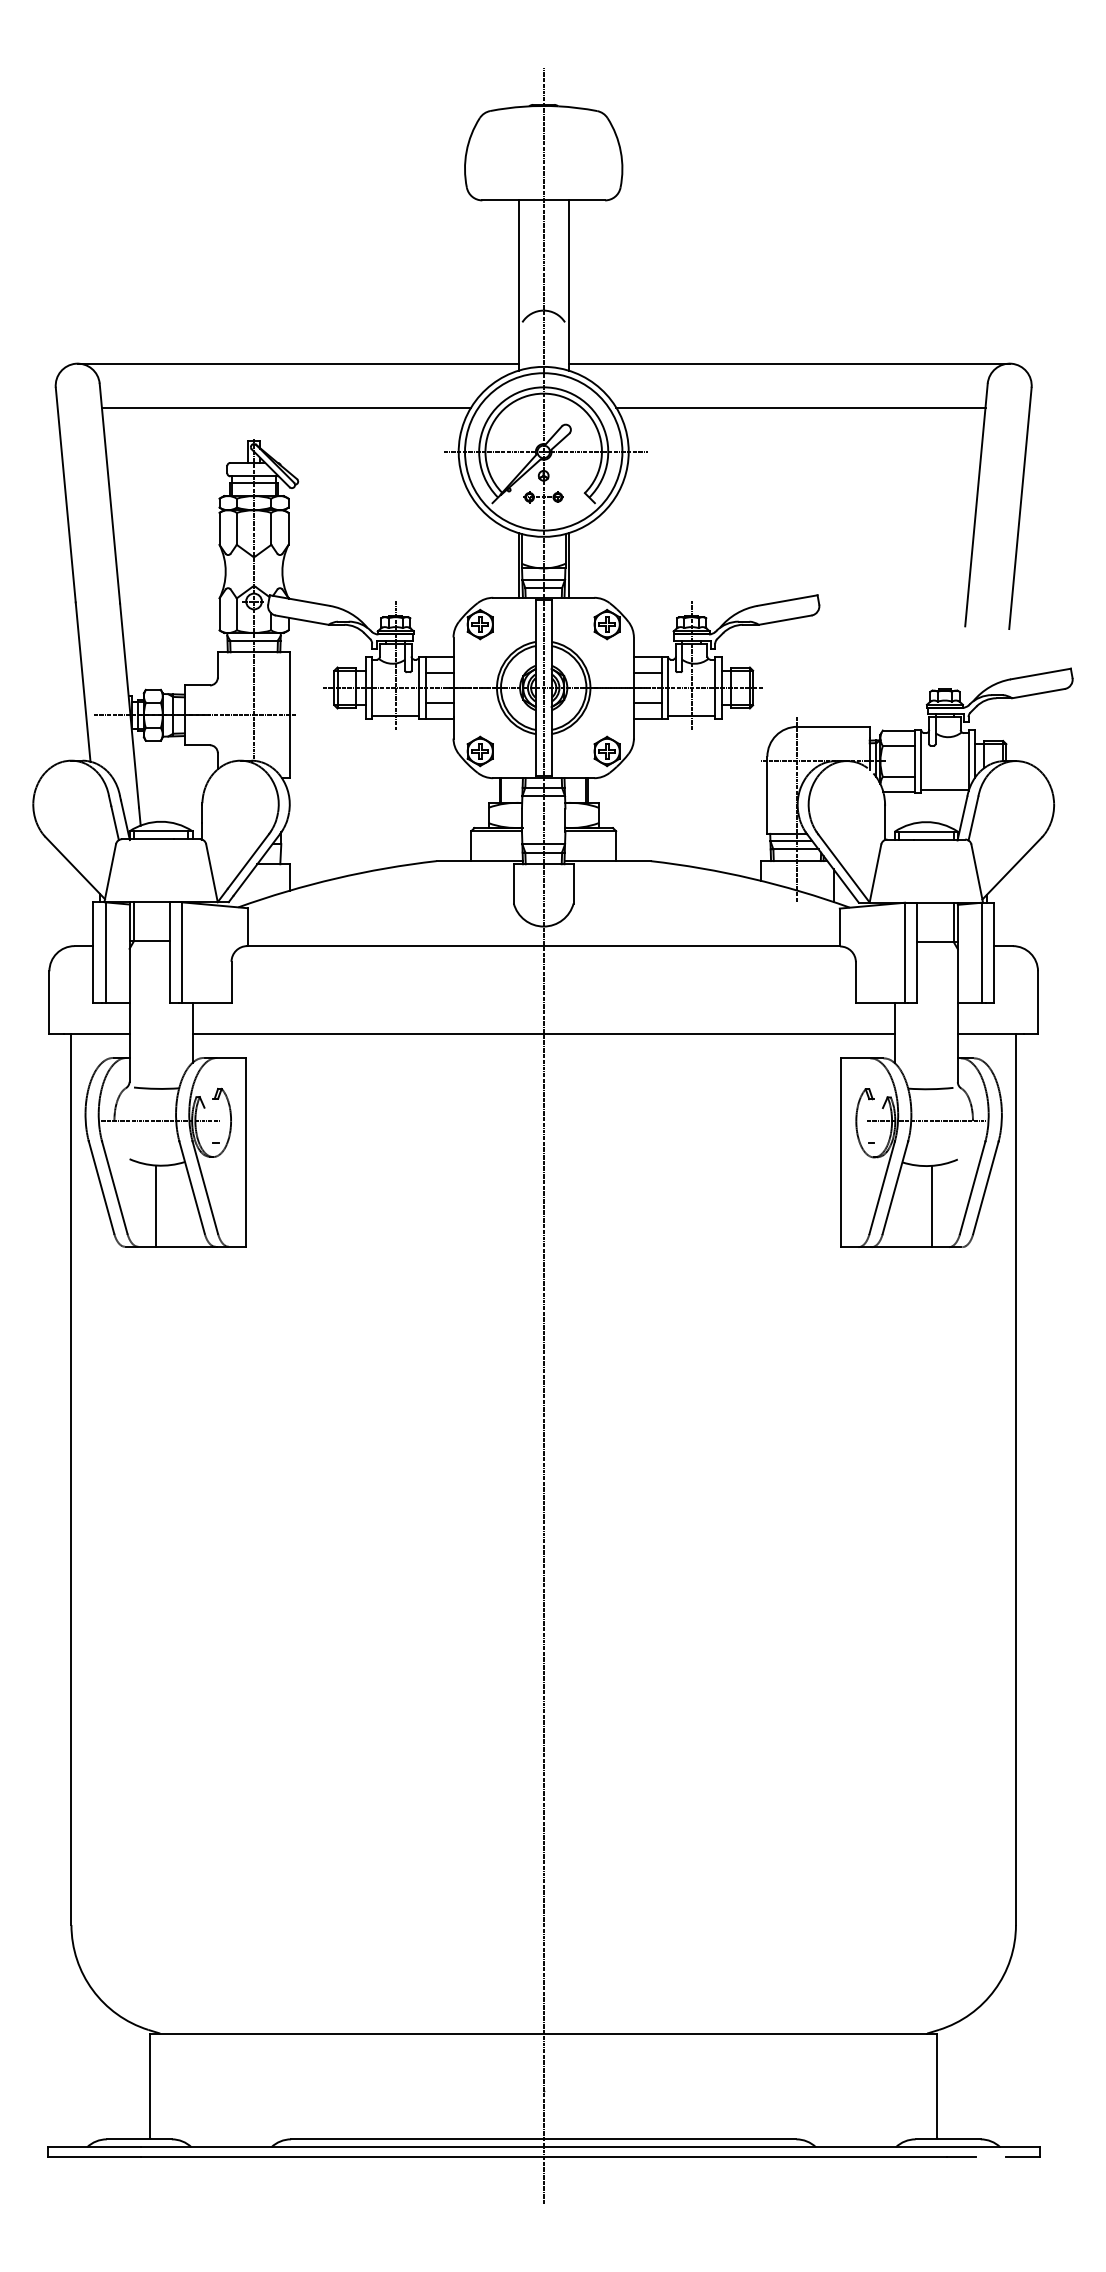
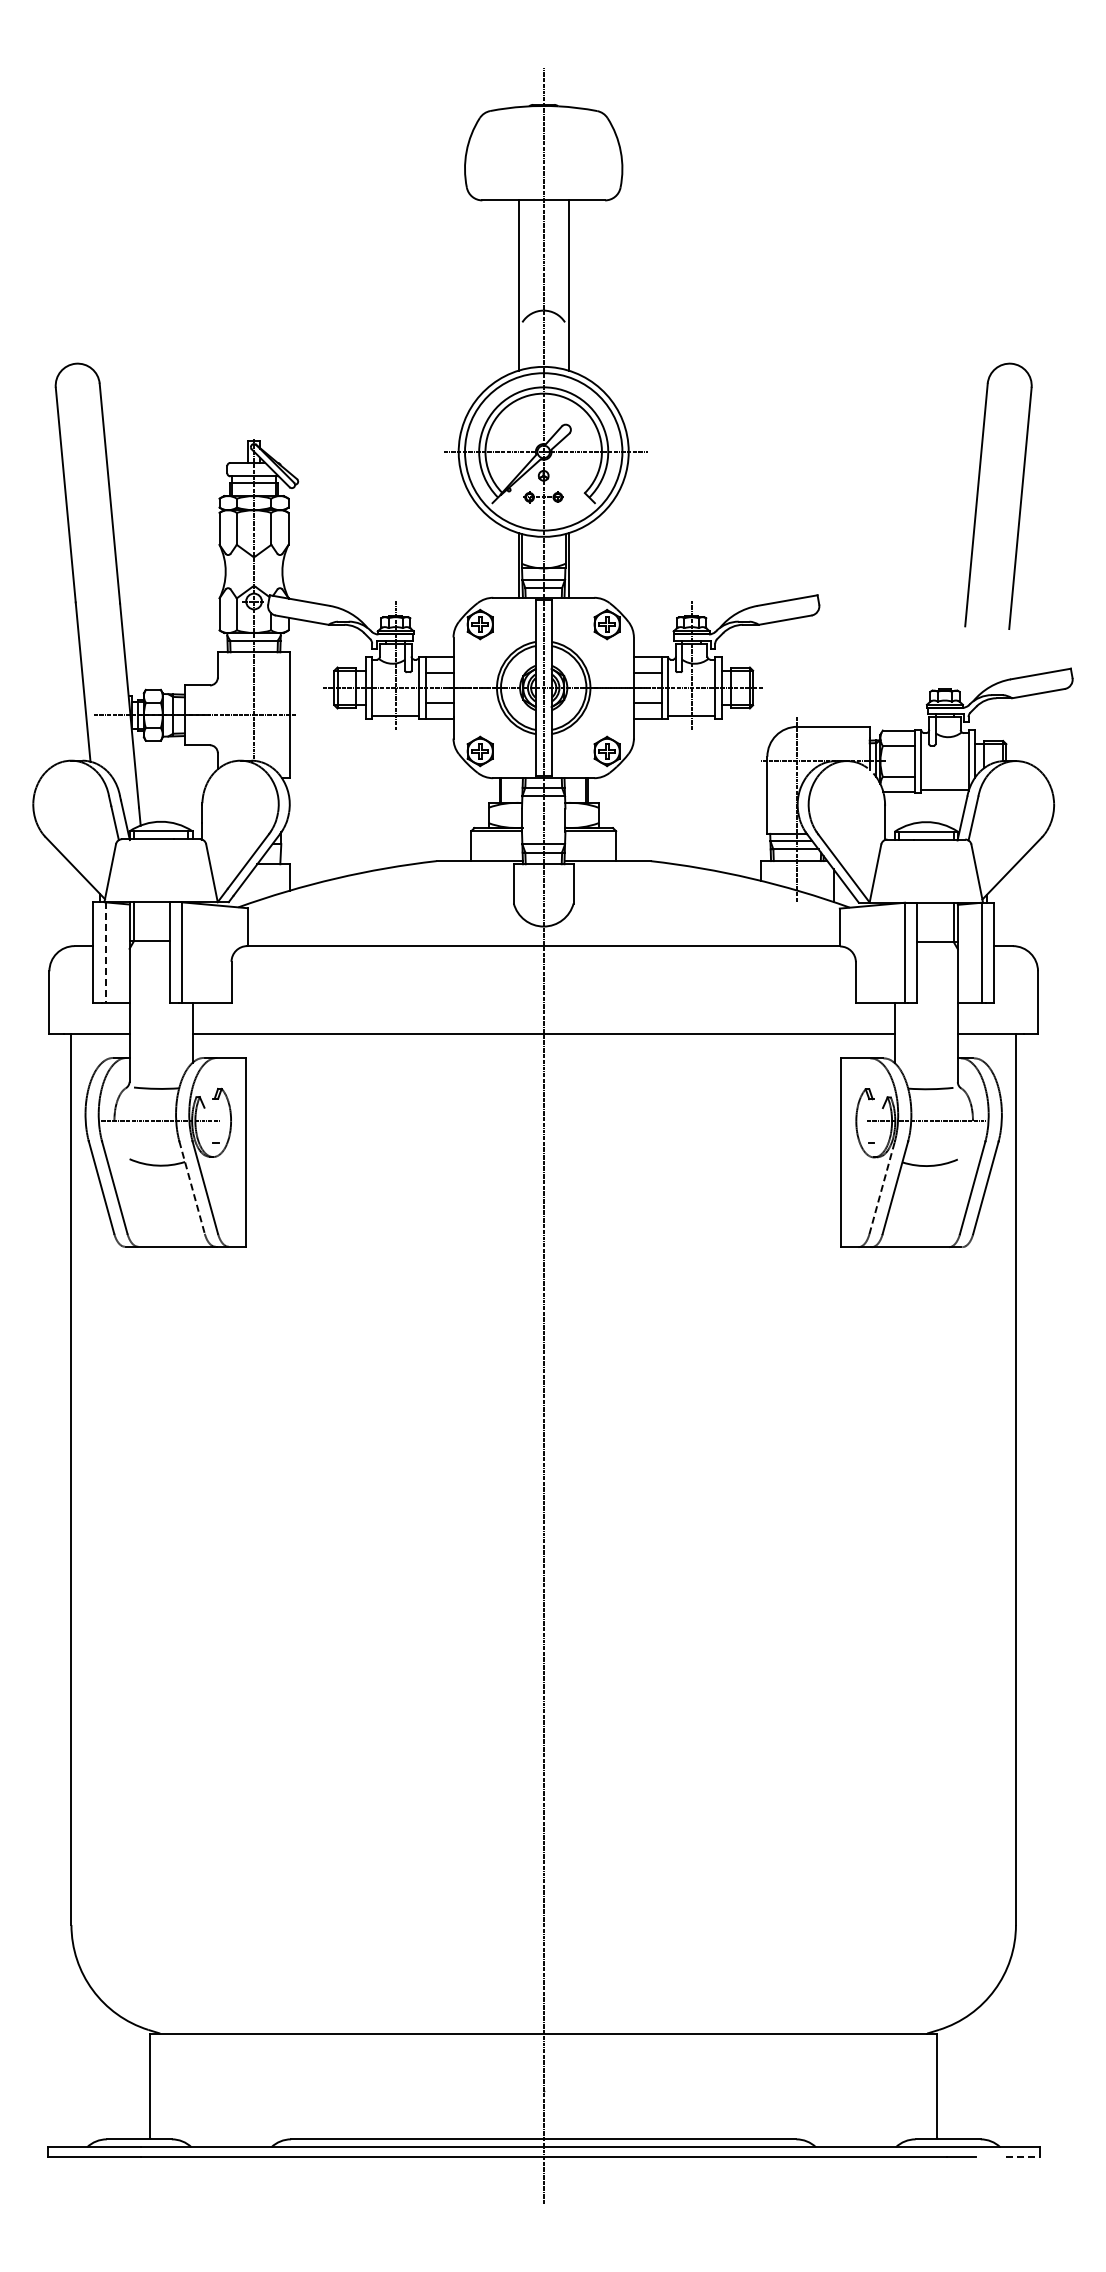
line at (297, 363): present -> none
line at (788, 363): present -> none
line at (286, 407): present -> none
line at (800, 407): present -> none
line at (105, 953): solid -> dashed
line at (882, 1187): solid -> dashed
line at (192, 1188): solid -> dashed
line at (155, 1205): present -> none
line at (931, 1206): present -> none
line at (1022, 2157): solid -> dashed
